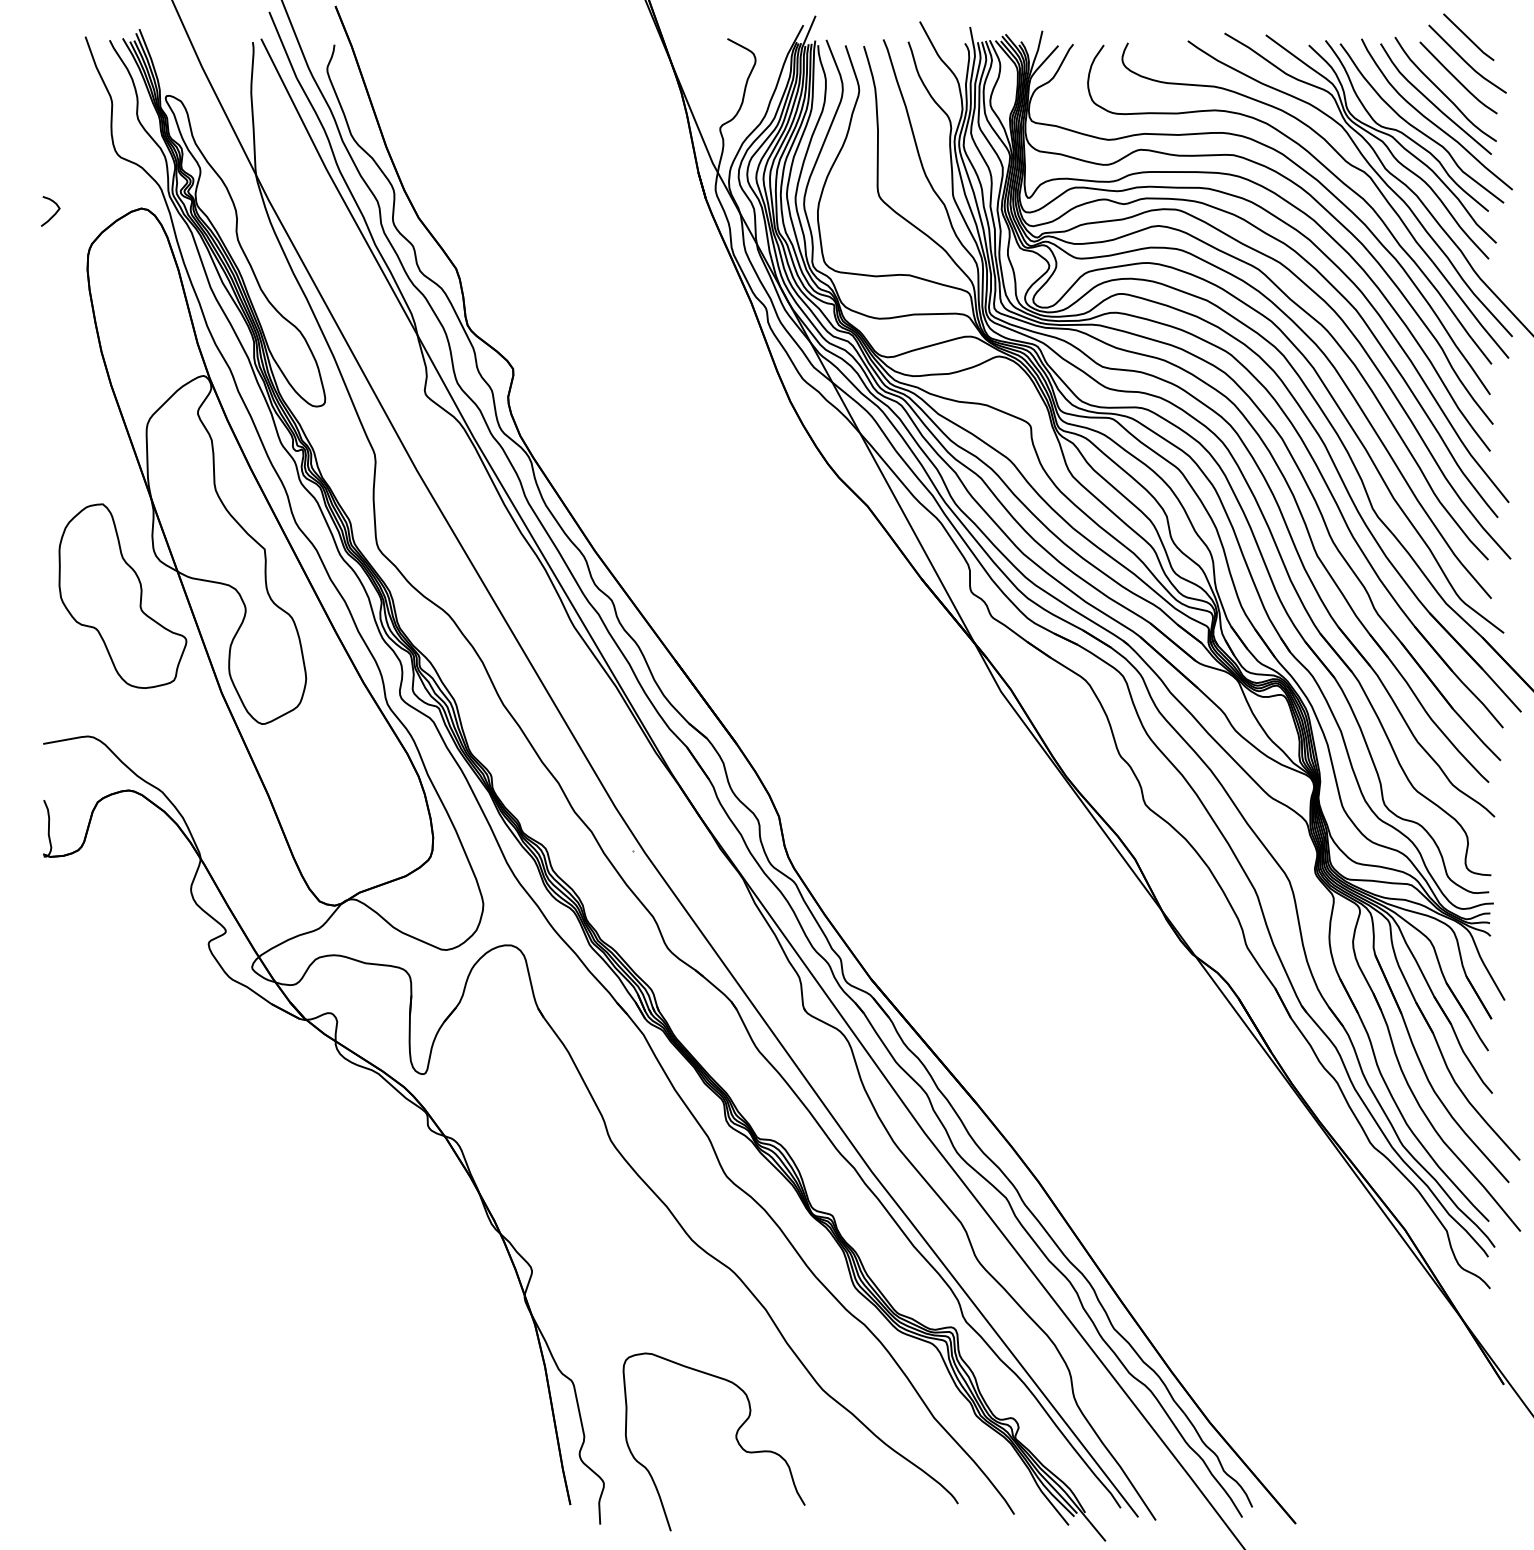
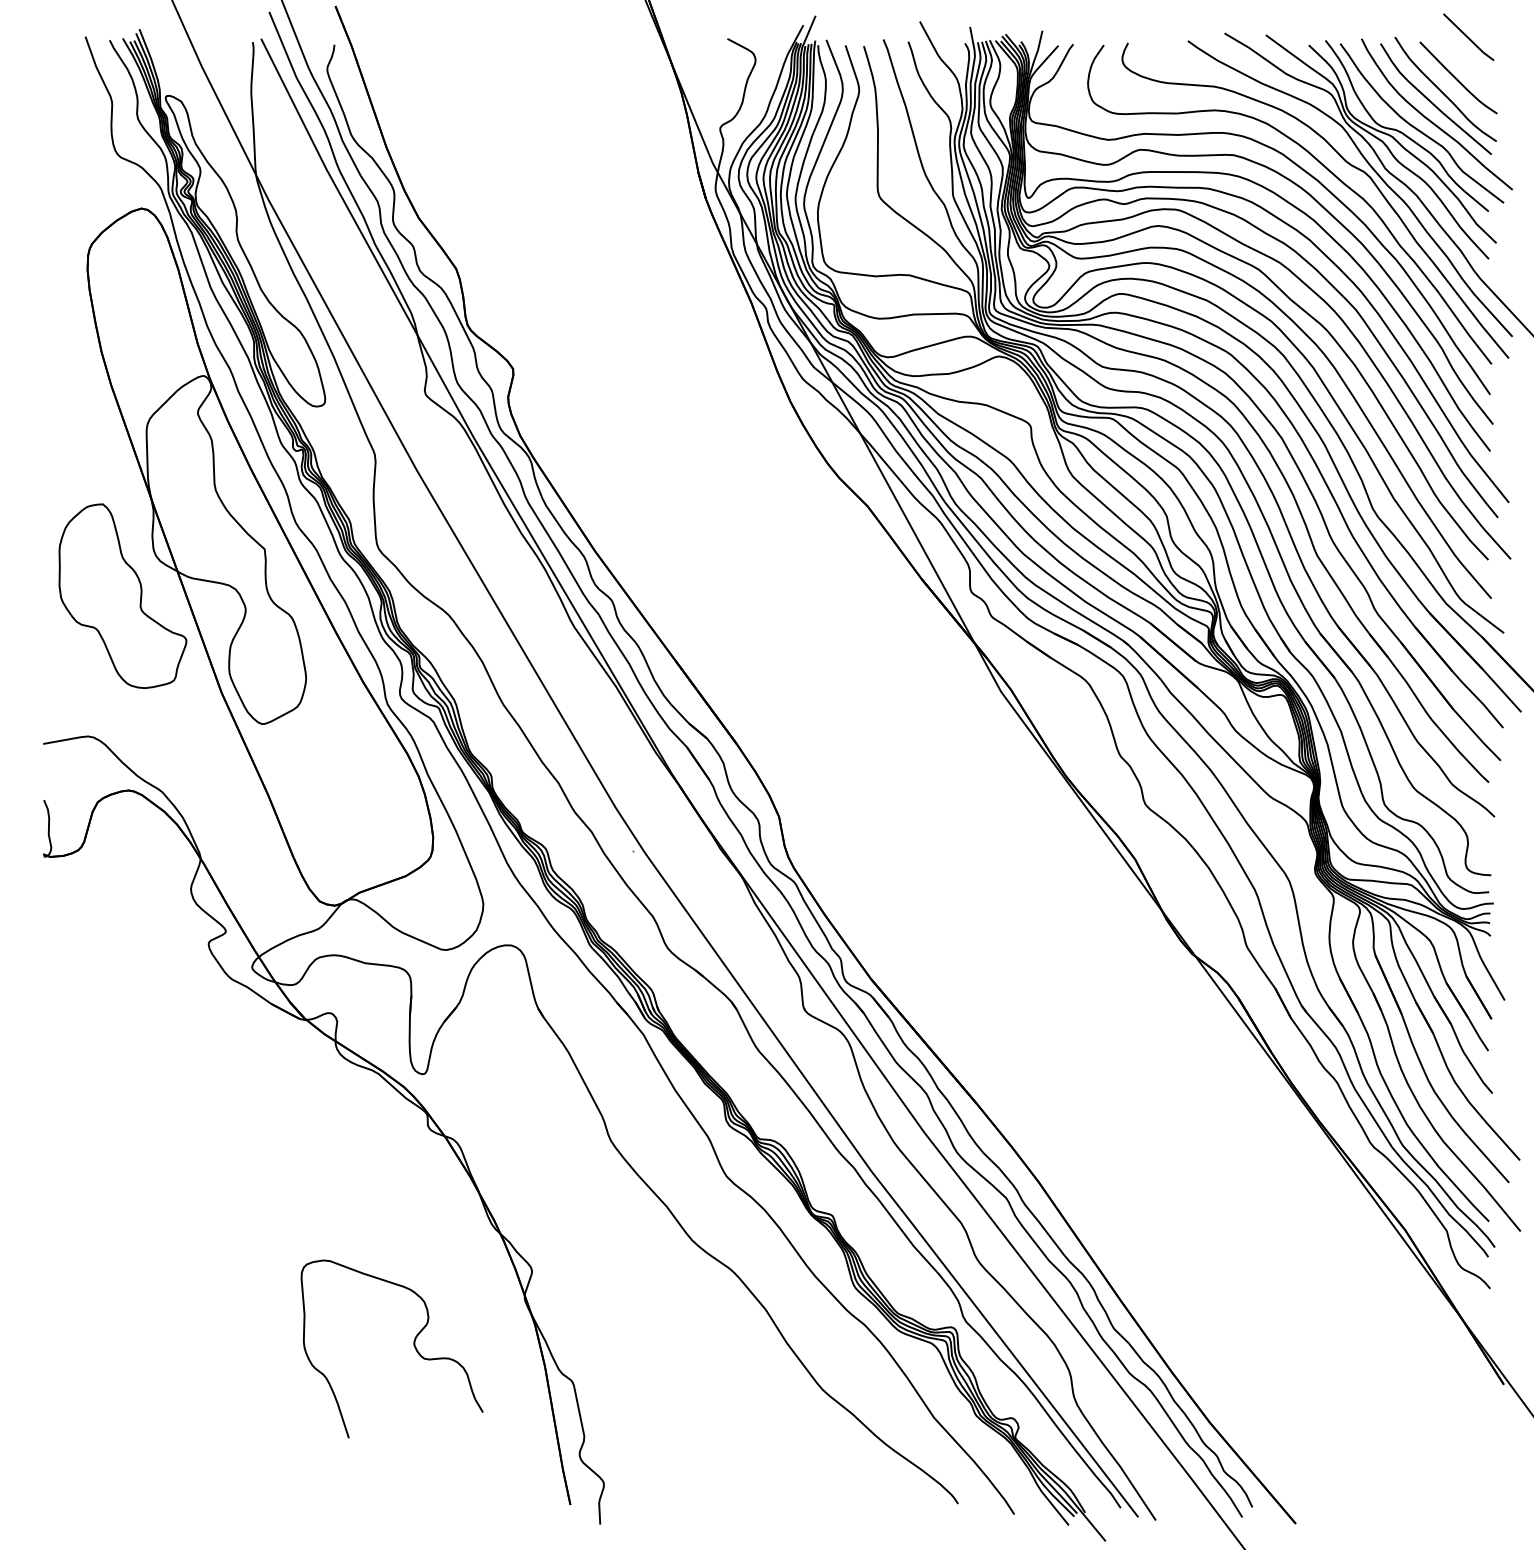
line at (1465, 60): present -> none
curve at (53, 214): present -> none
curve at (735, 1438) position: (735, 1438) -> (413, 1345)
